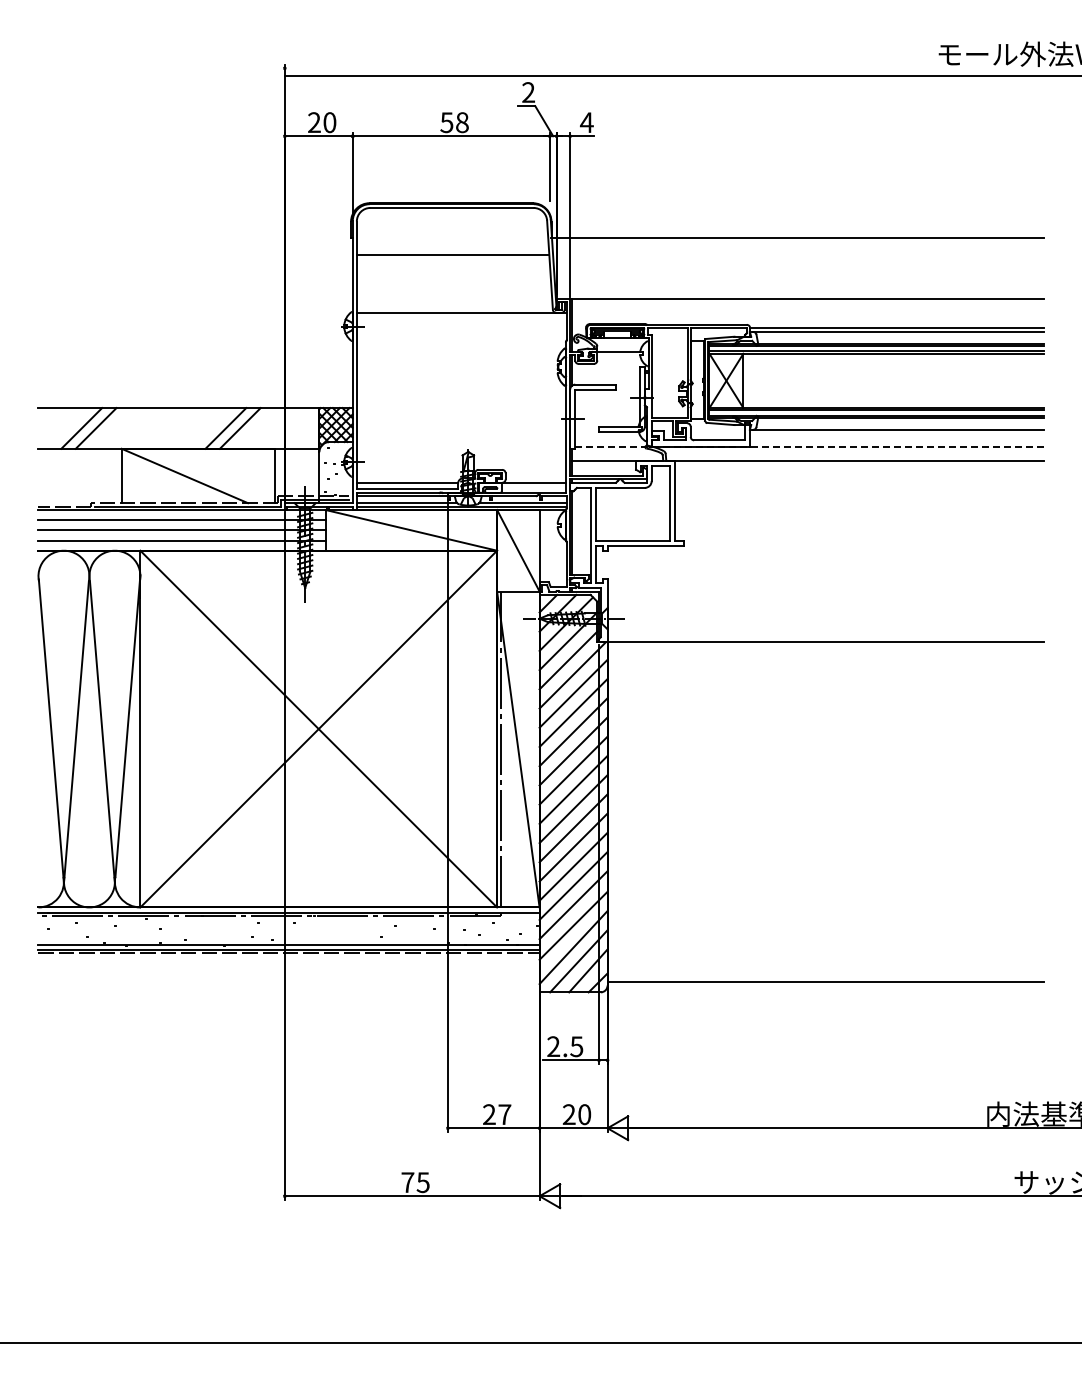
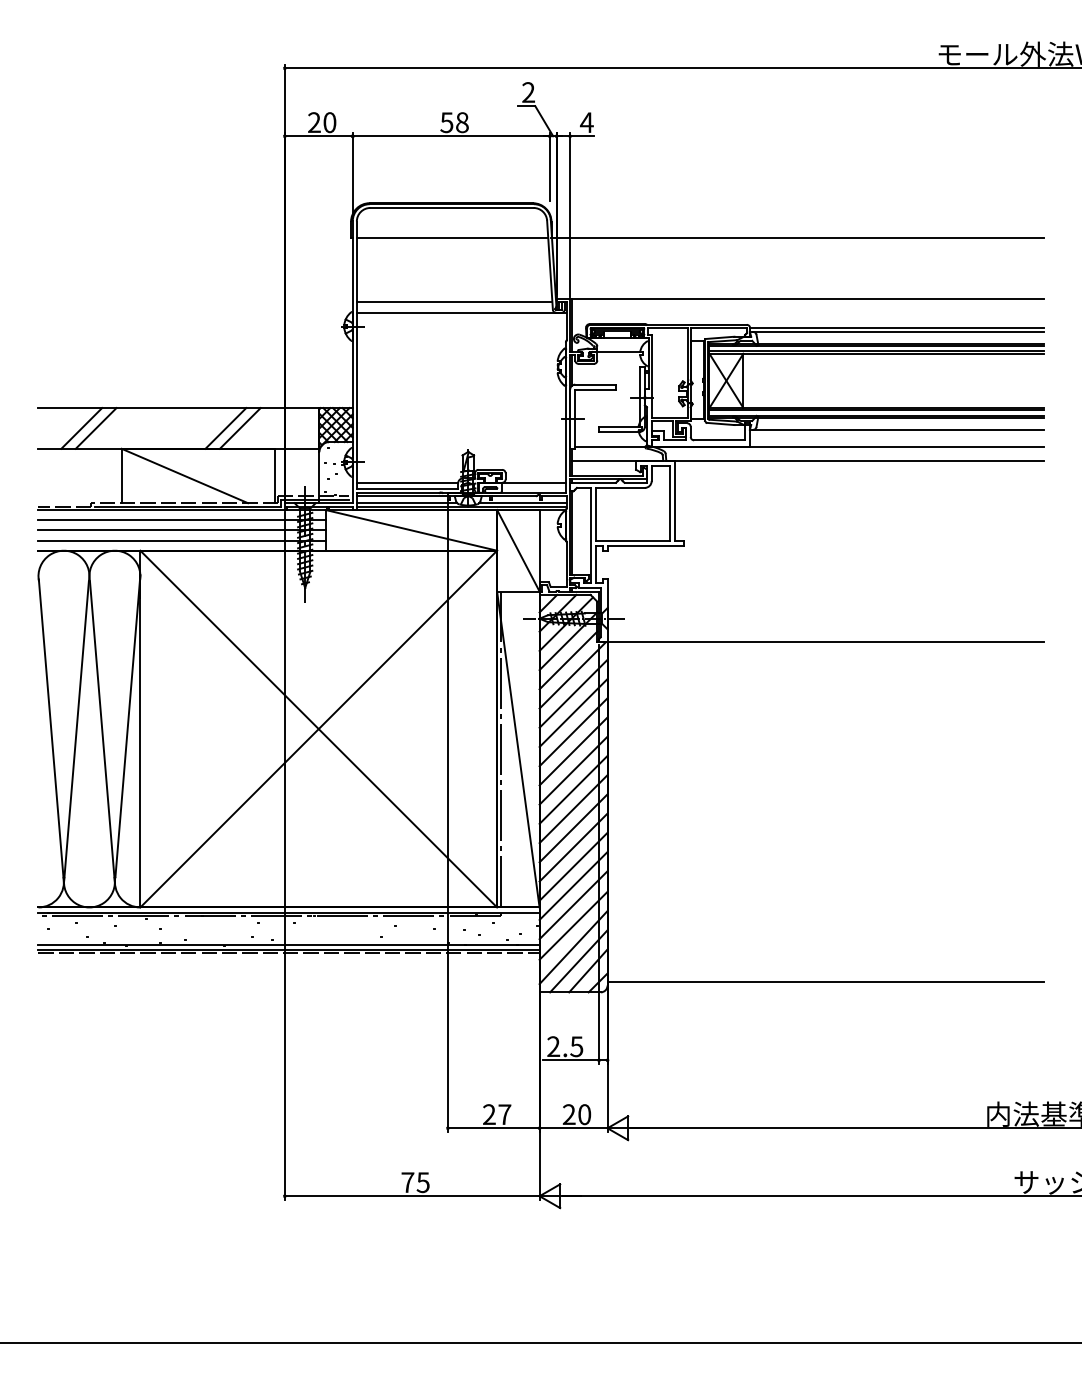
line at (681, 76) position: (681, 76) -> (681, 68)
line at (452, 255) position: (452, 255) -> (452, 238)
line at (454, 301): none -> present
line at (809, 447): dashed -> solid
